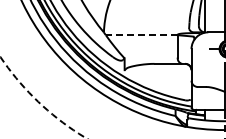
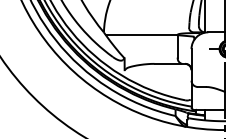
line at (141, 35): dashed -> solid
circle at (43, 97): dashed -> solid
